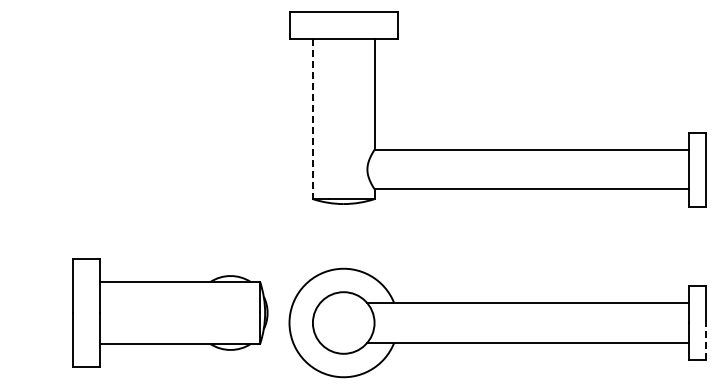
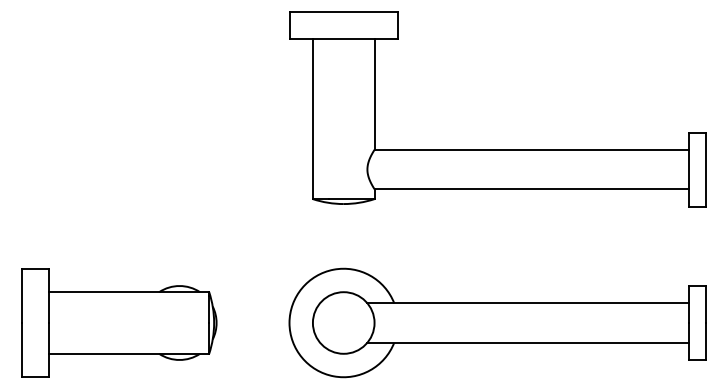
line at (312, 119): dashed -> solid
part at (170, 312) position: (170, 312) -> (119, 322)
line at (706, 340): dashed -> solid
